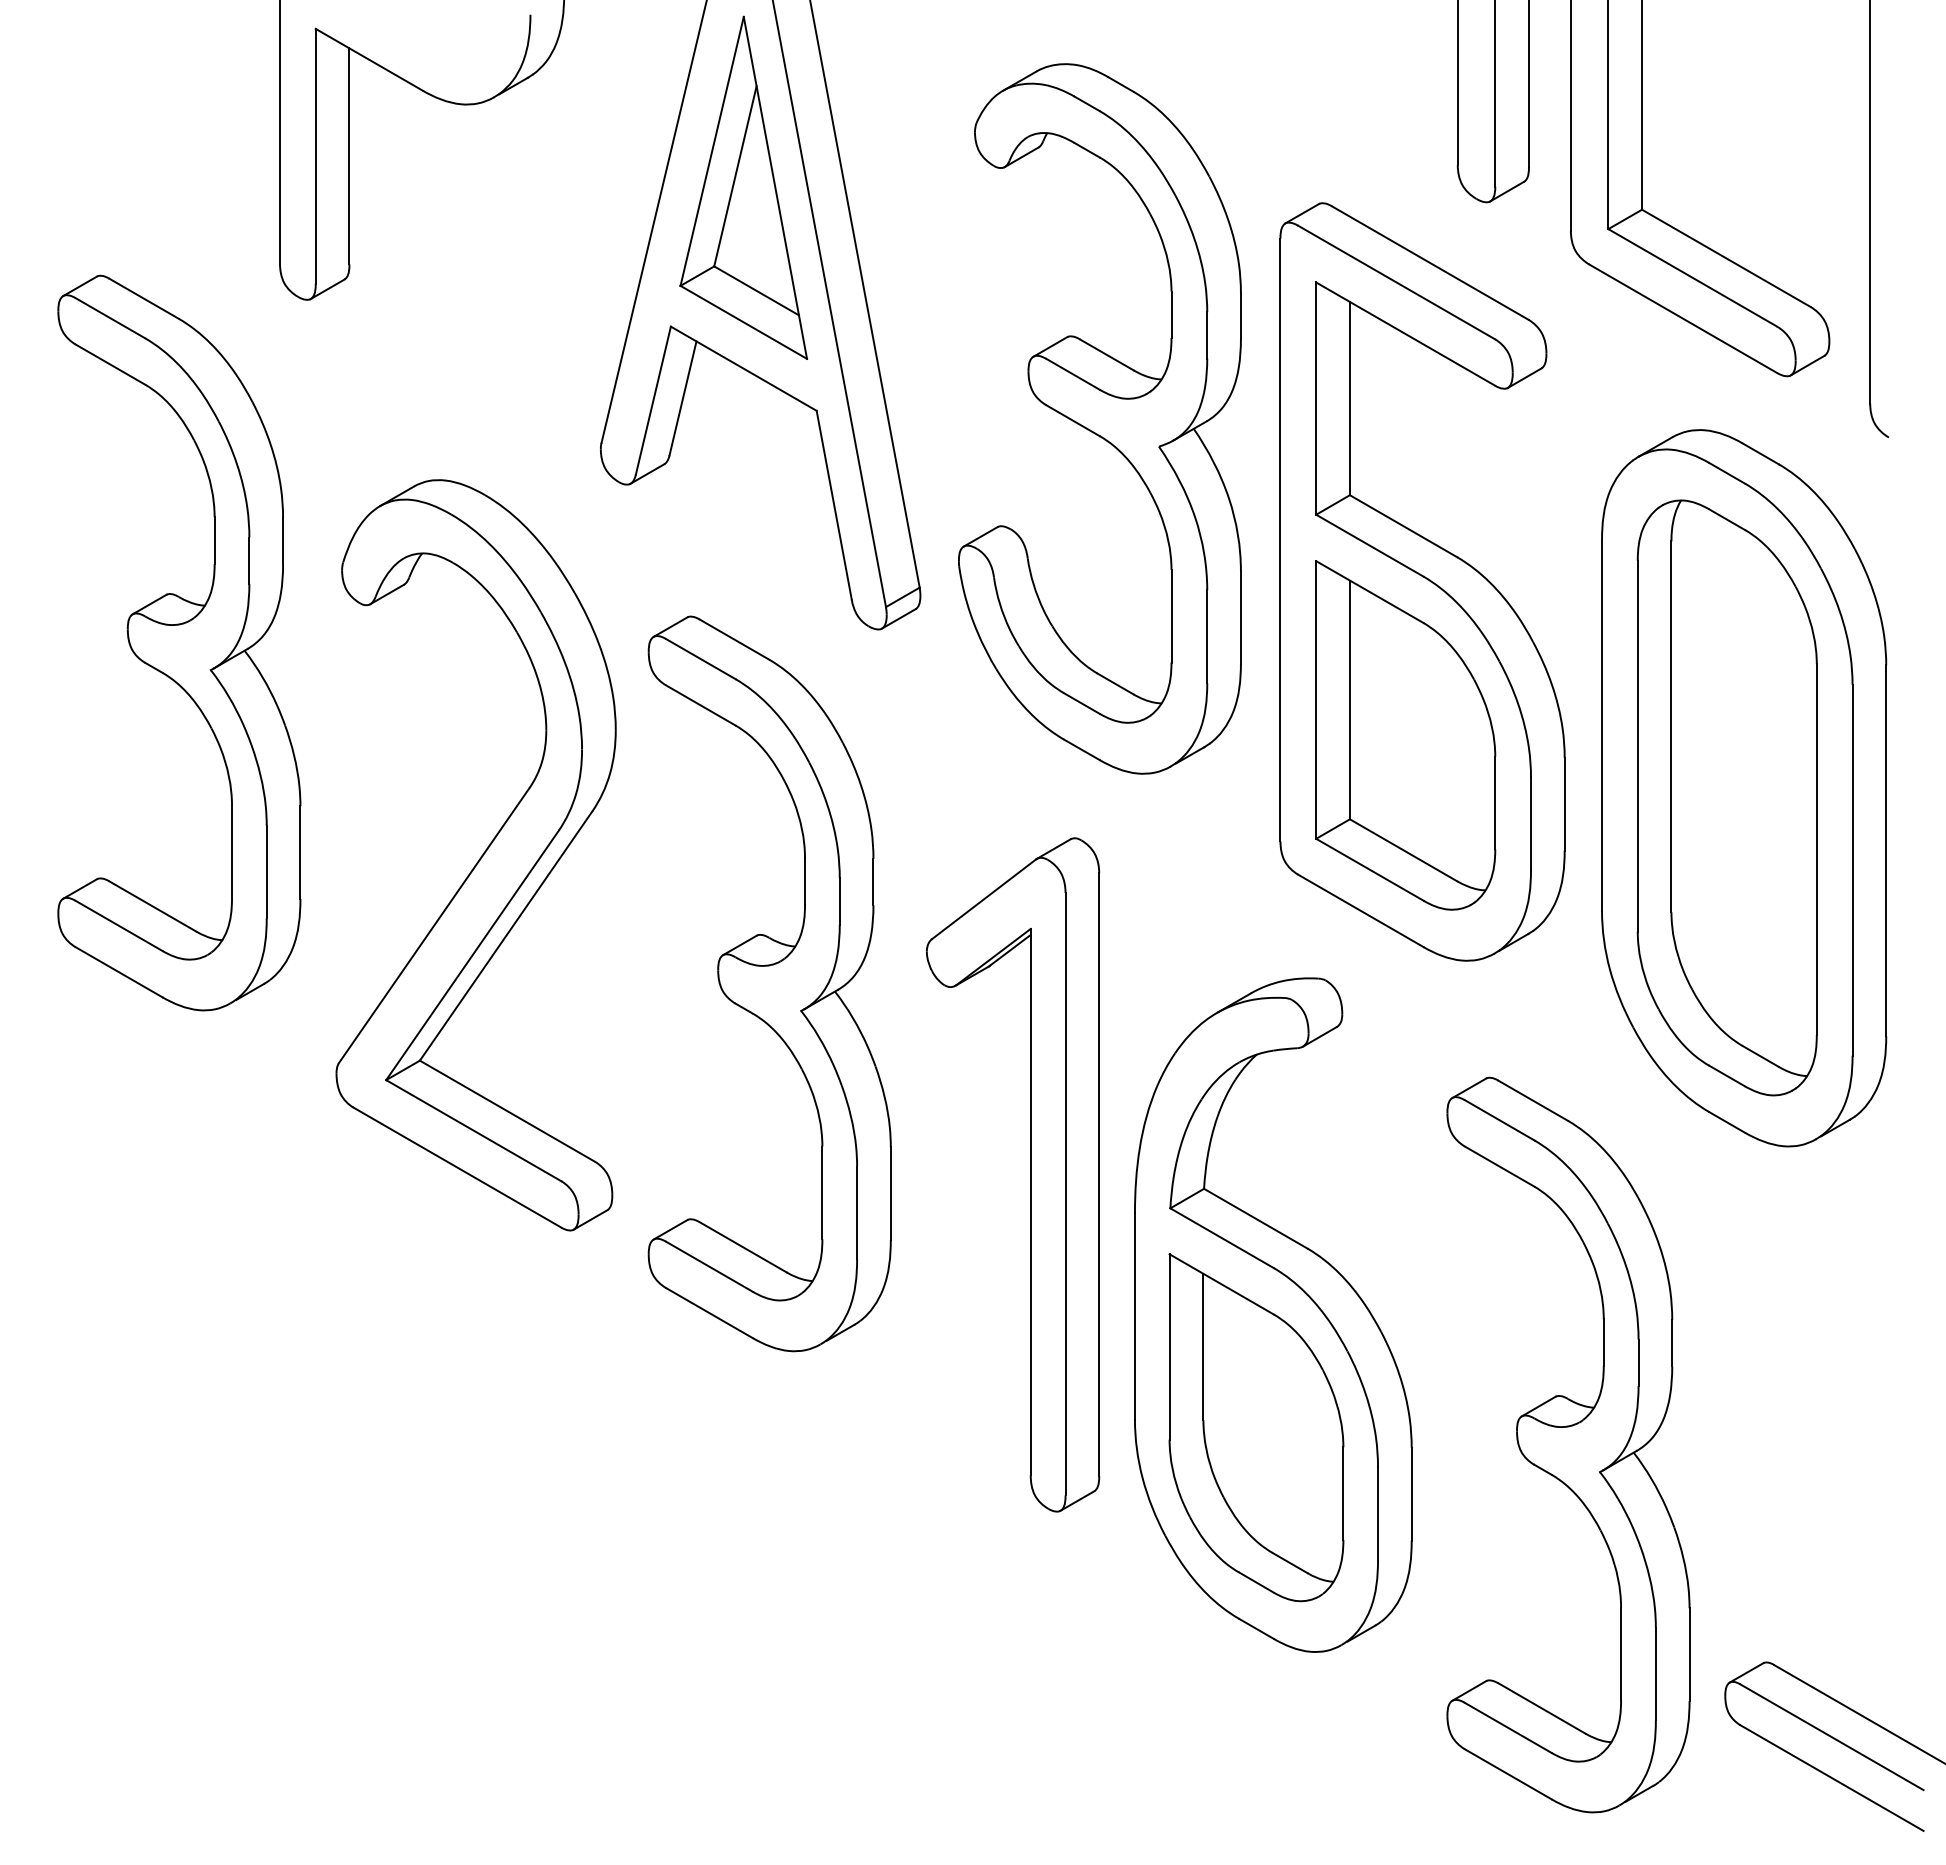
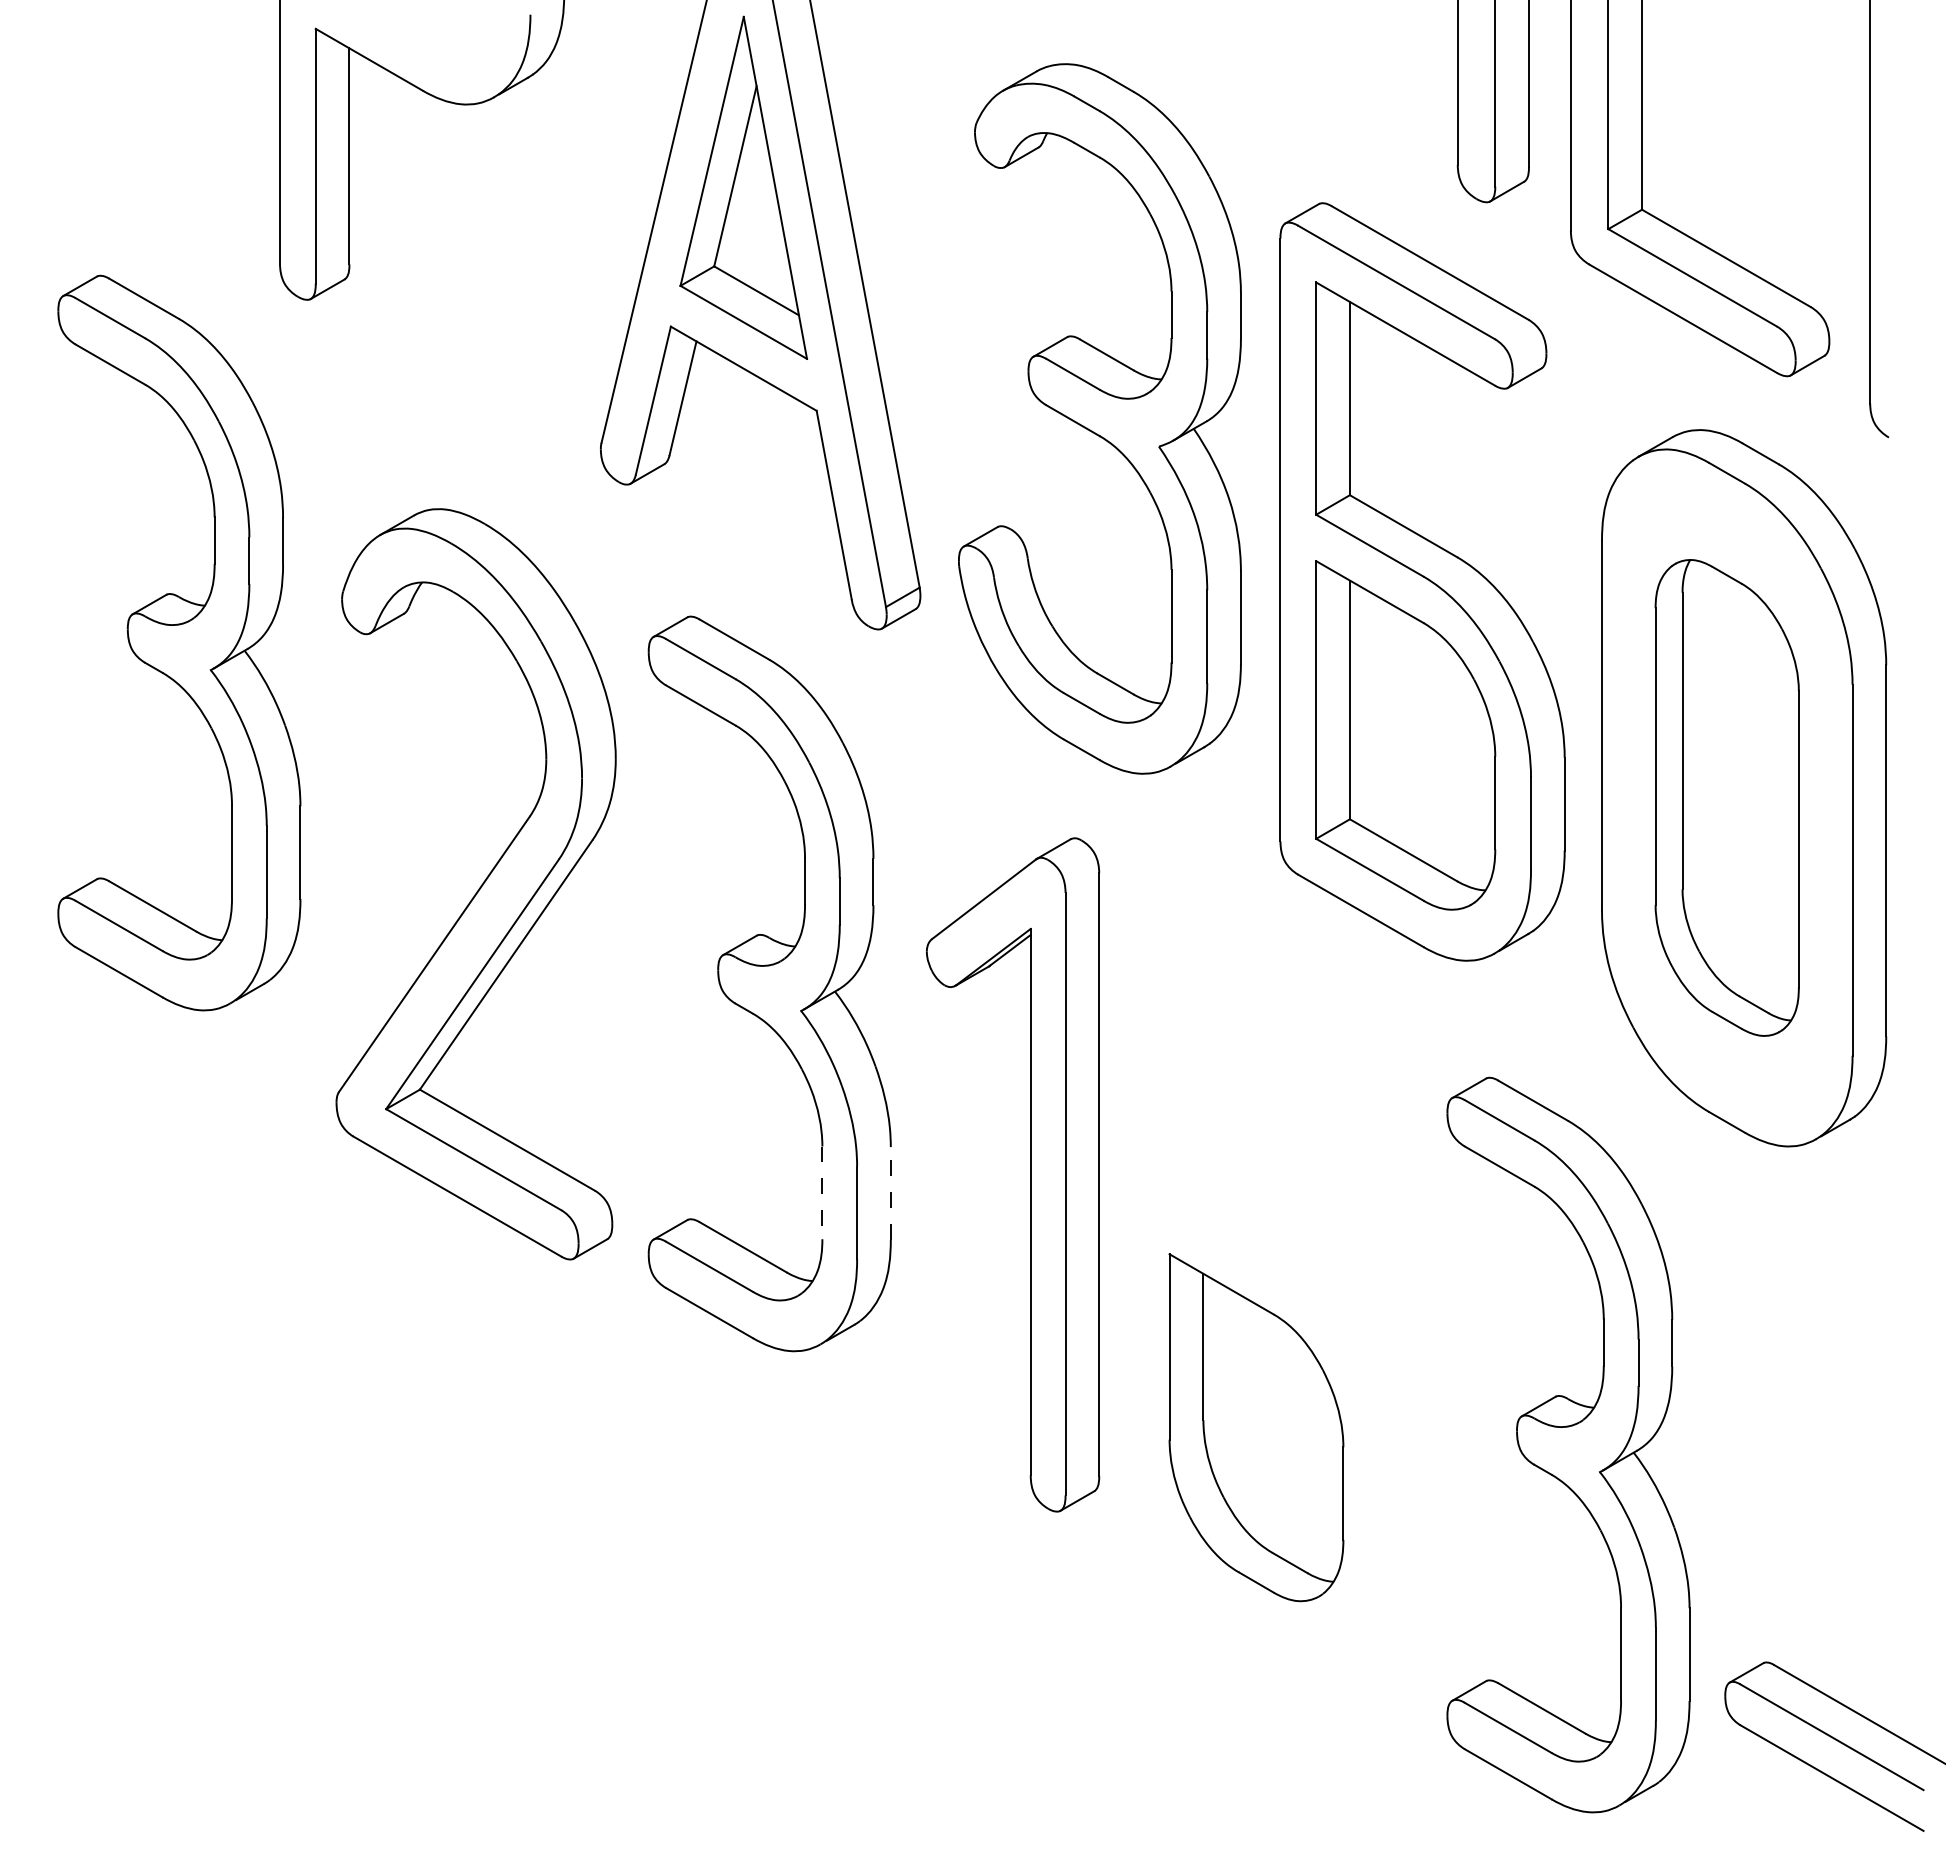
part at (1726, 797) size: 182x598 px -> 146x478 px
part at (475, 855) position: (475, 855) -> (475, 884)
line at (890, 1192): solid -> dashed
line at (822, 1193): solid -> dashed
part at (1273, 1314): present -> none
